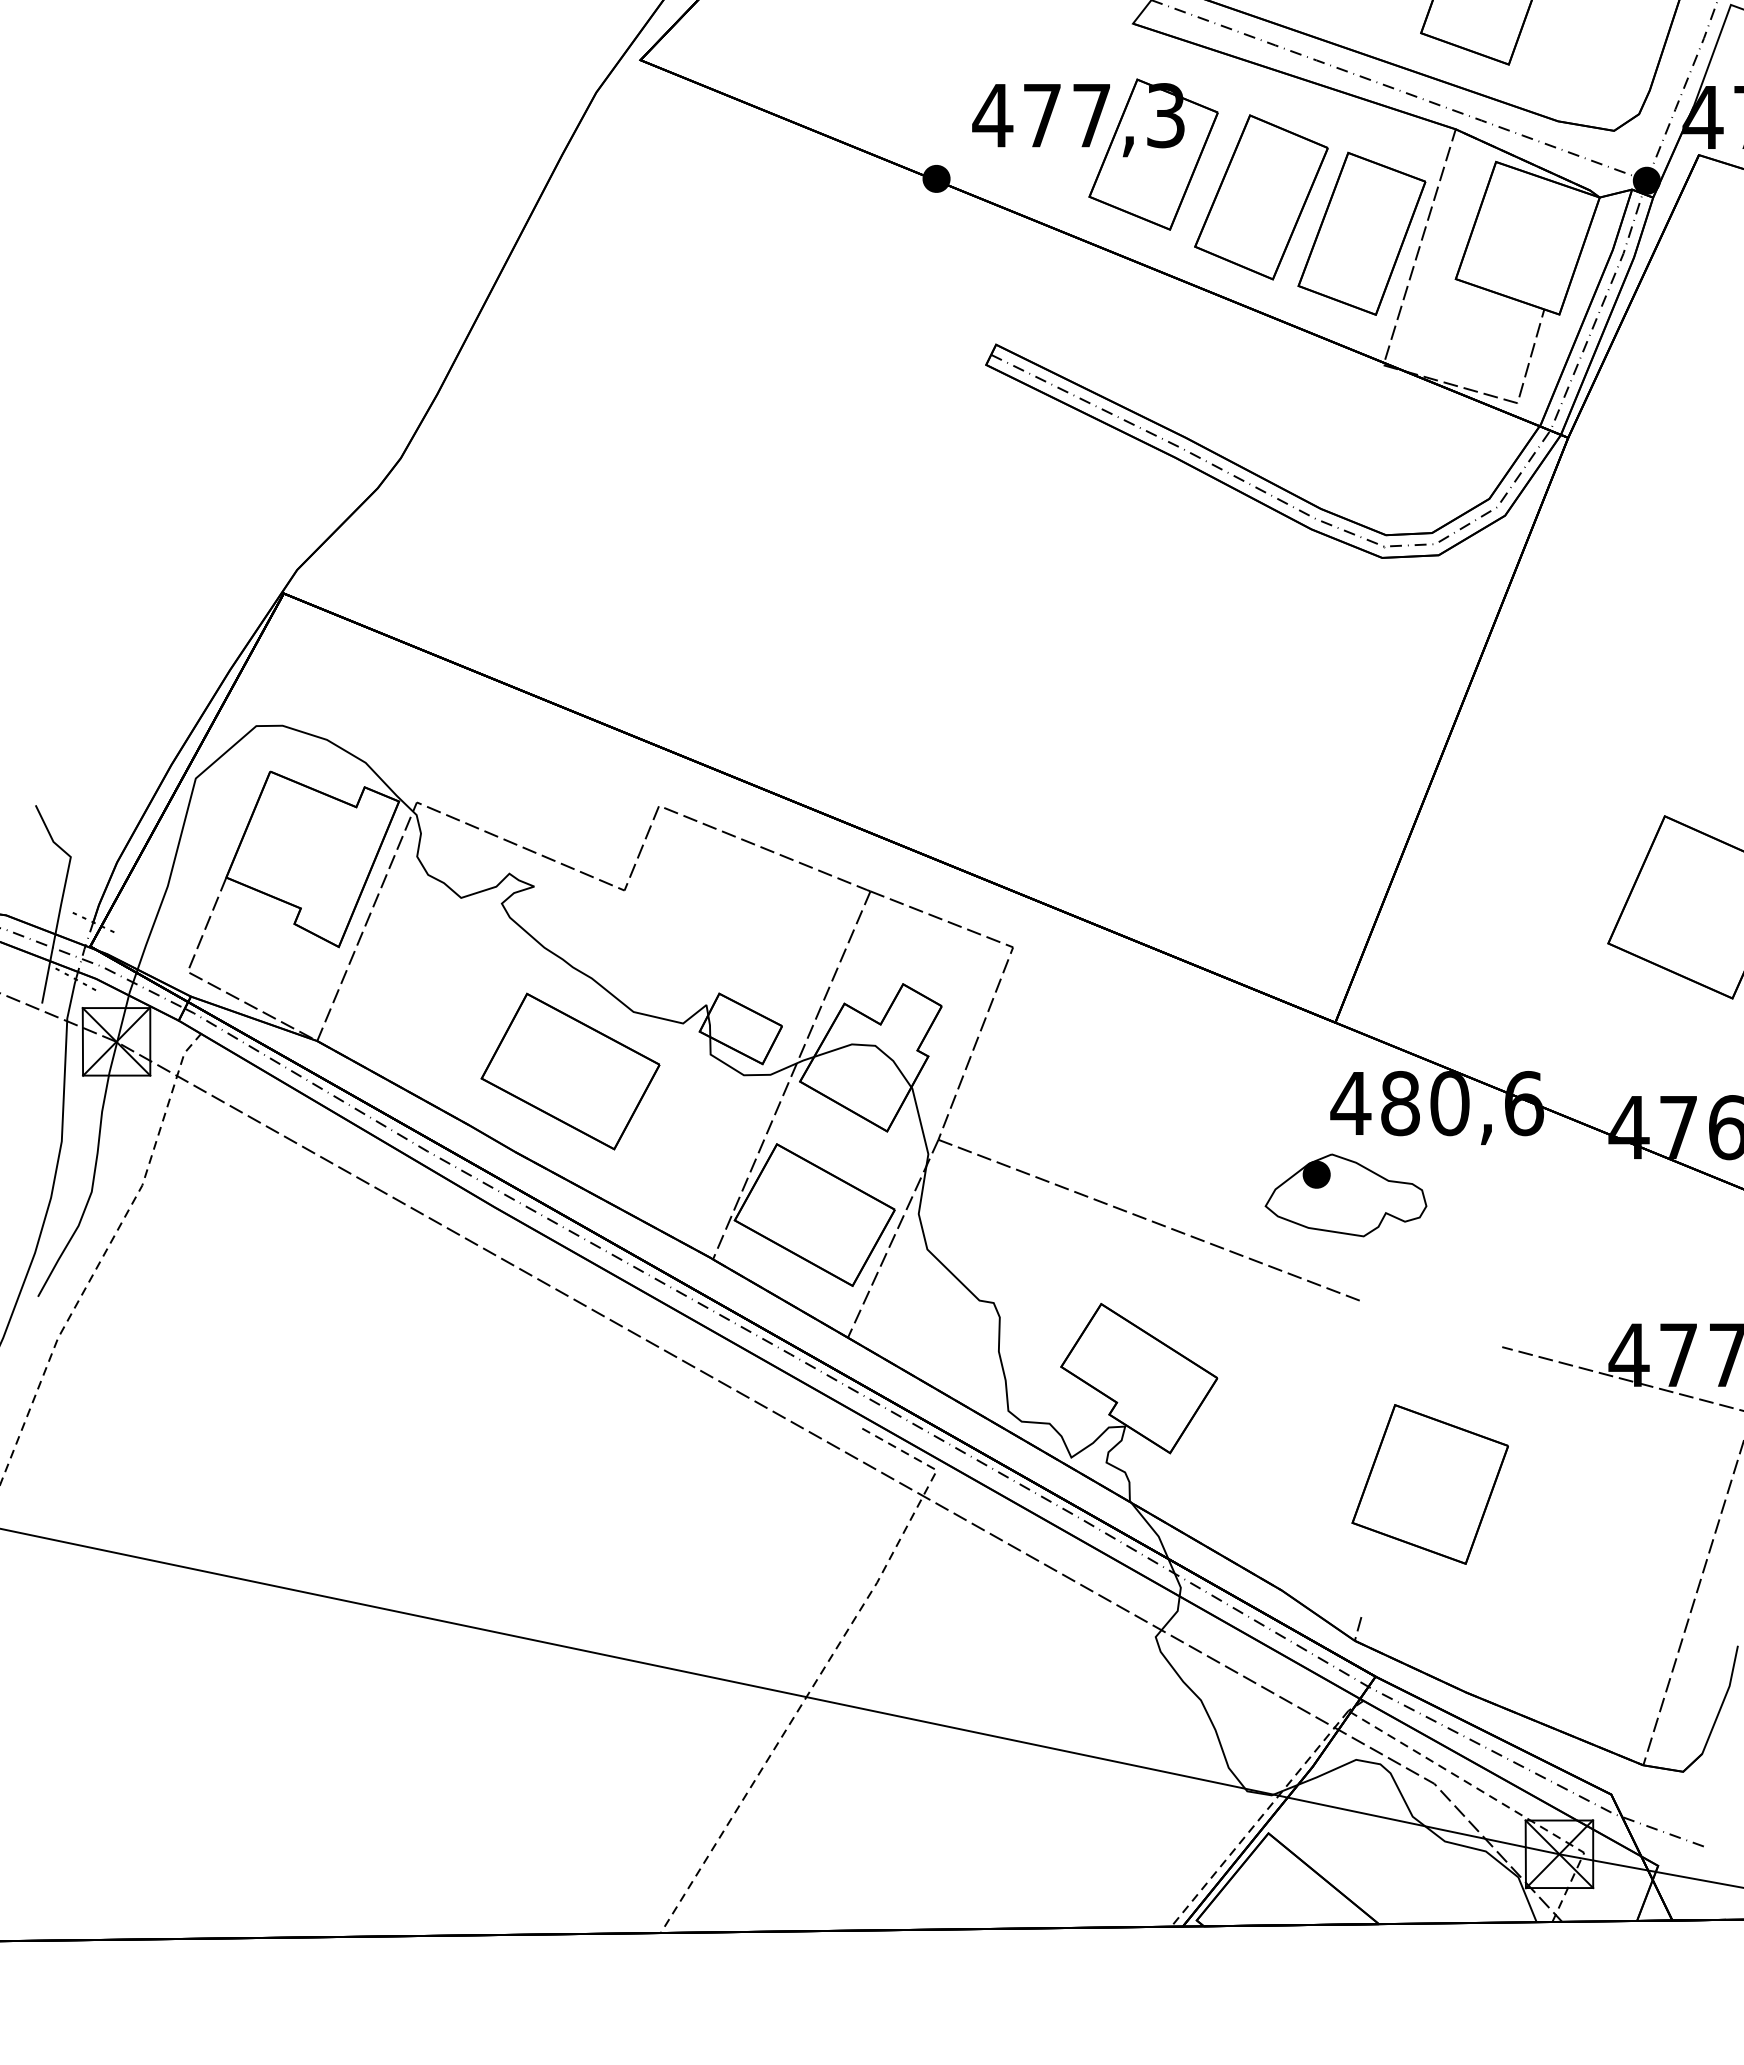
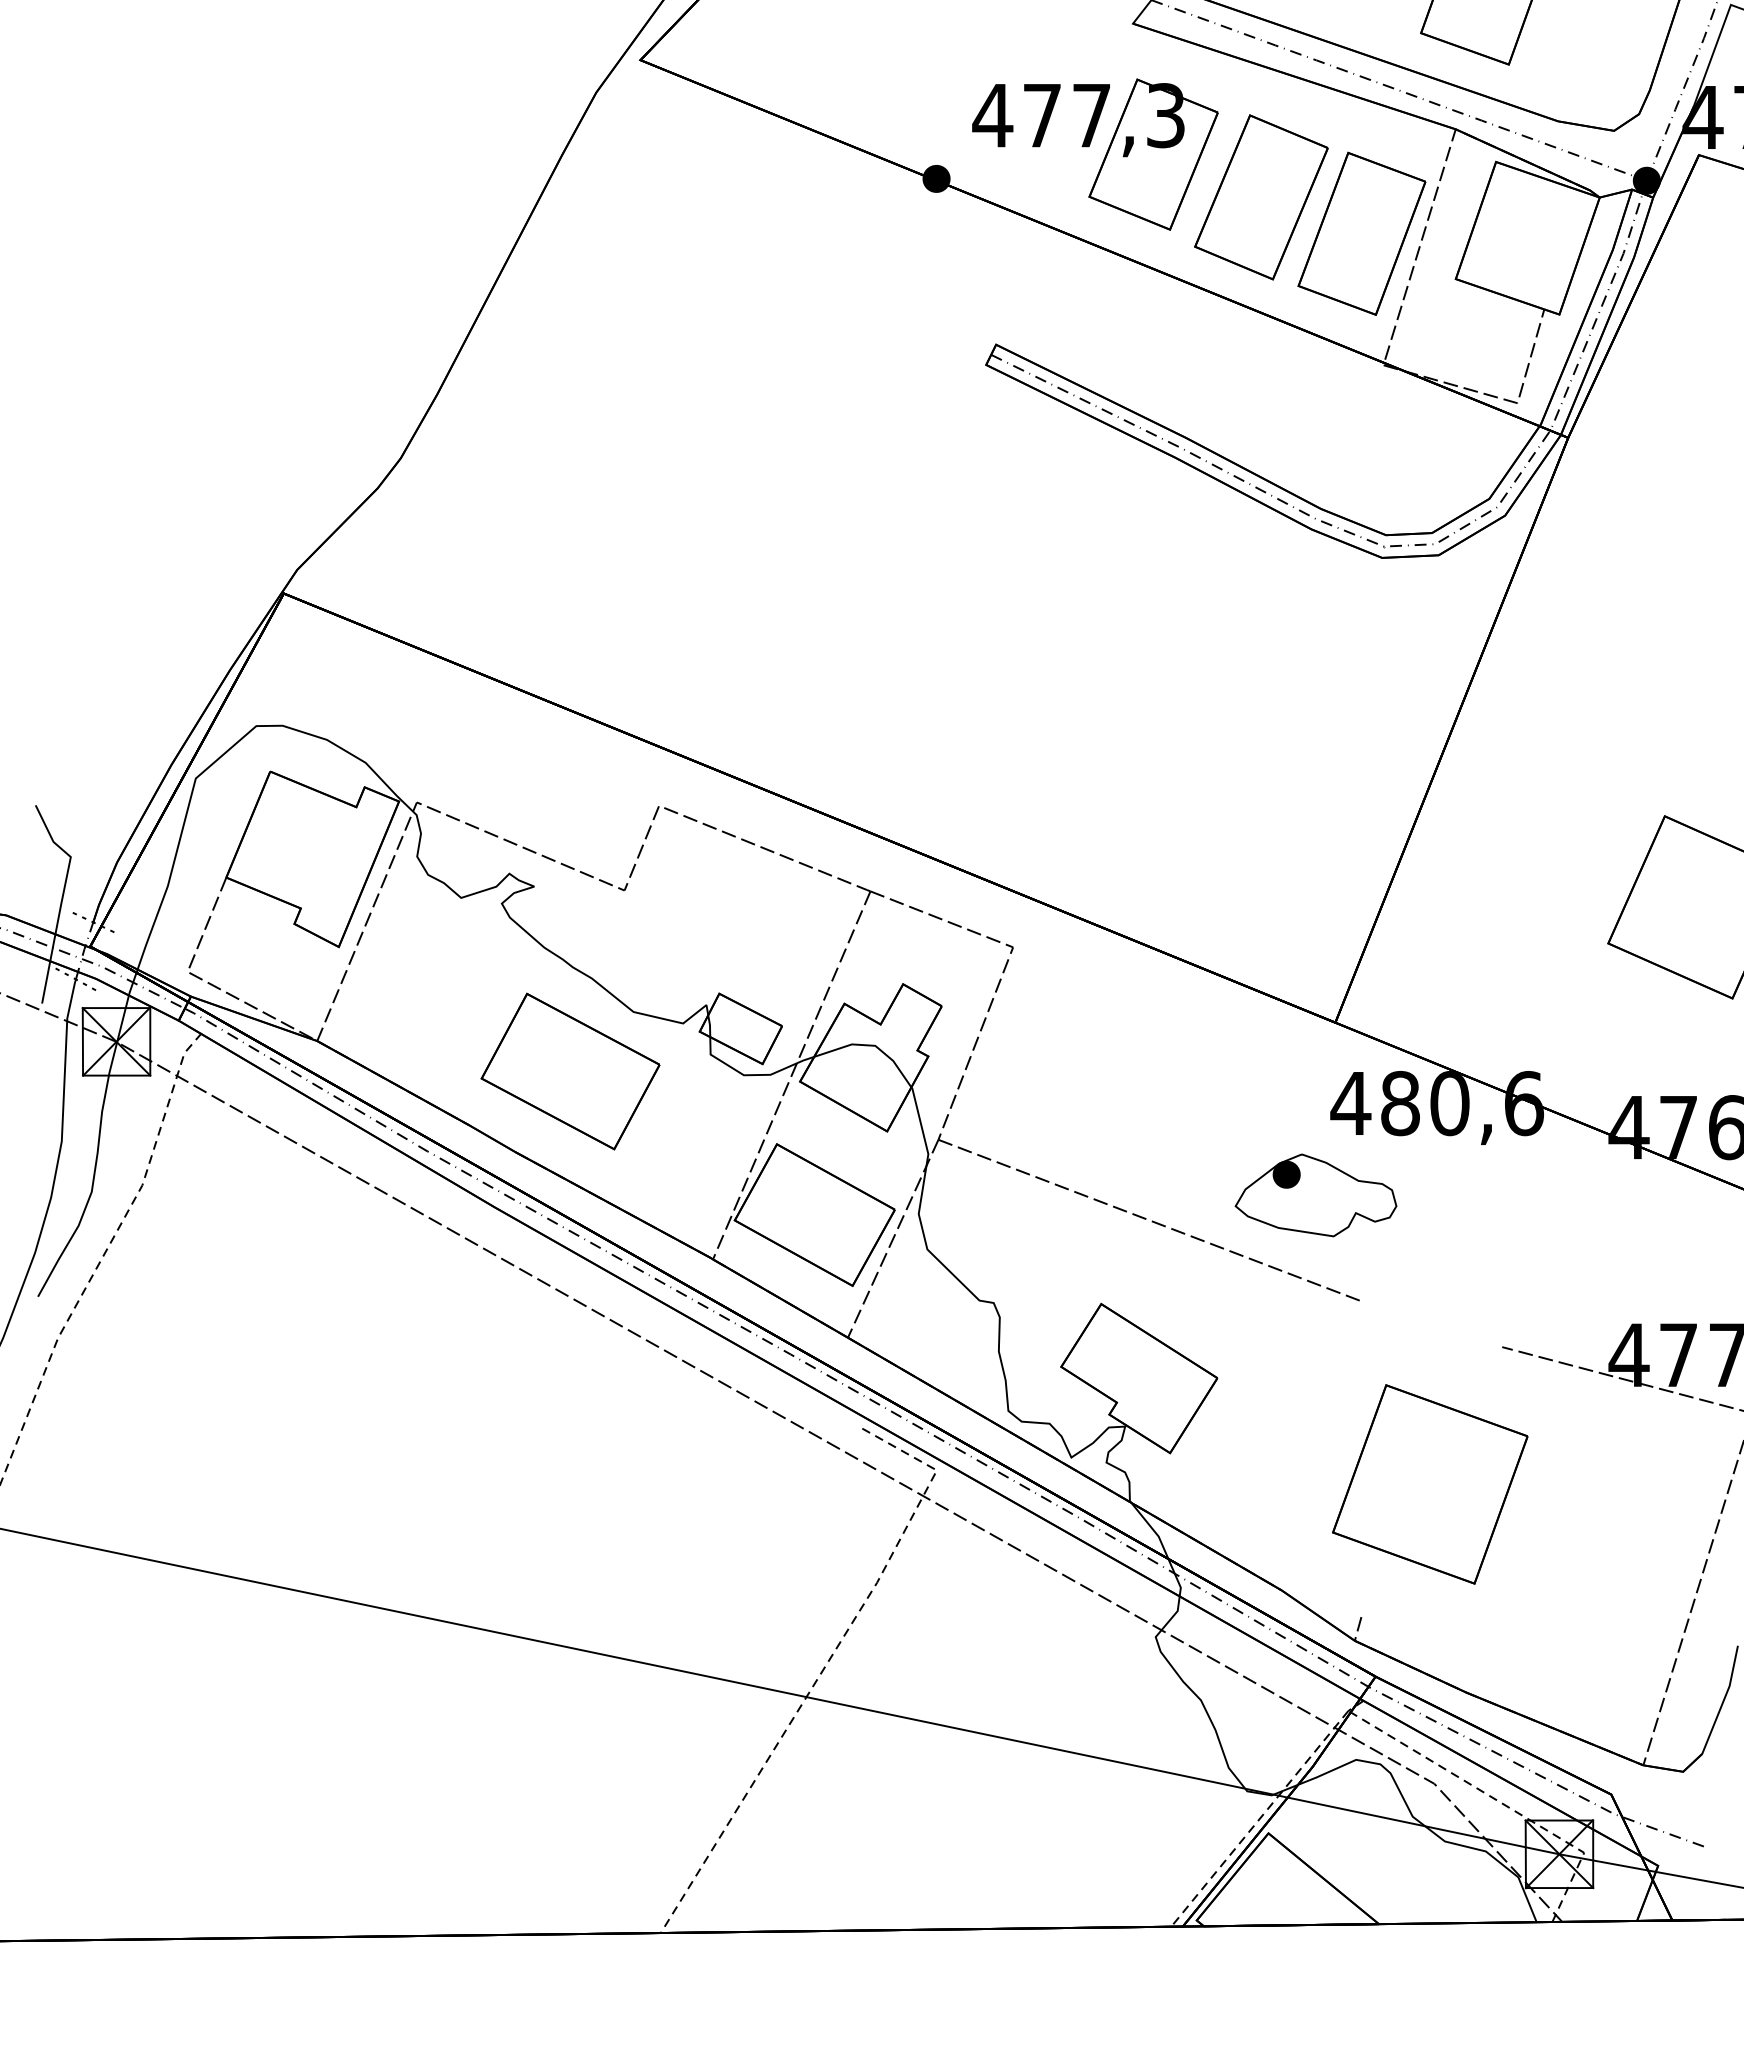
part at (1345, 1195) position: (1345, 1195) -> (1315, 1195)
part at (1429, 1484) size: 158x161 px -> 197x201 px
